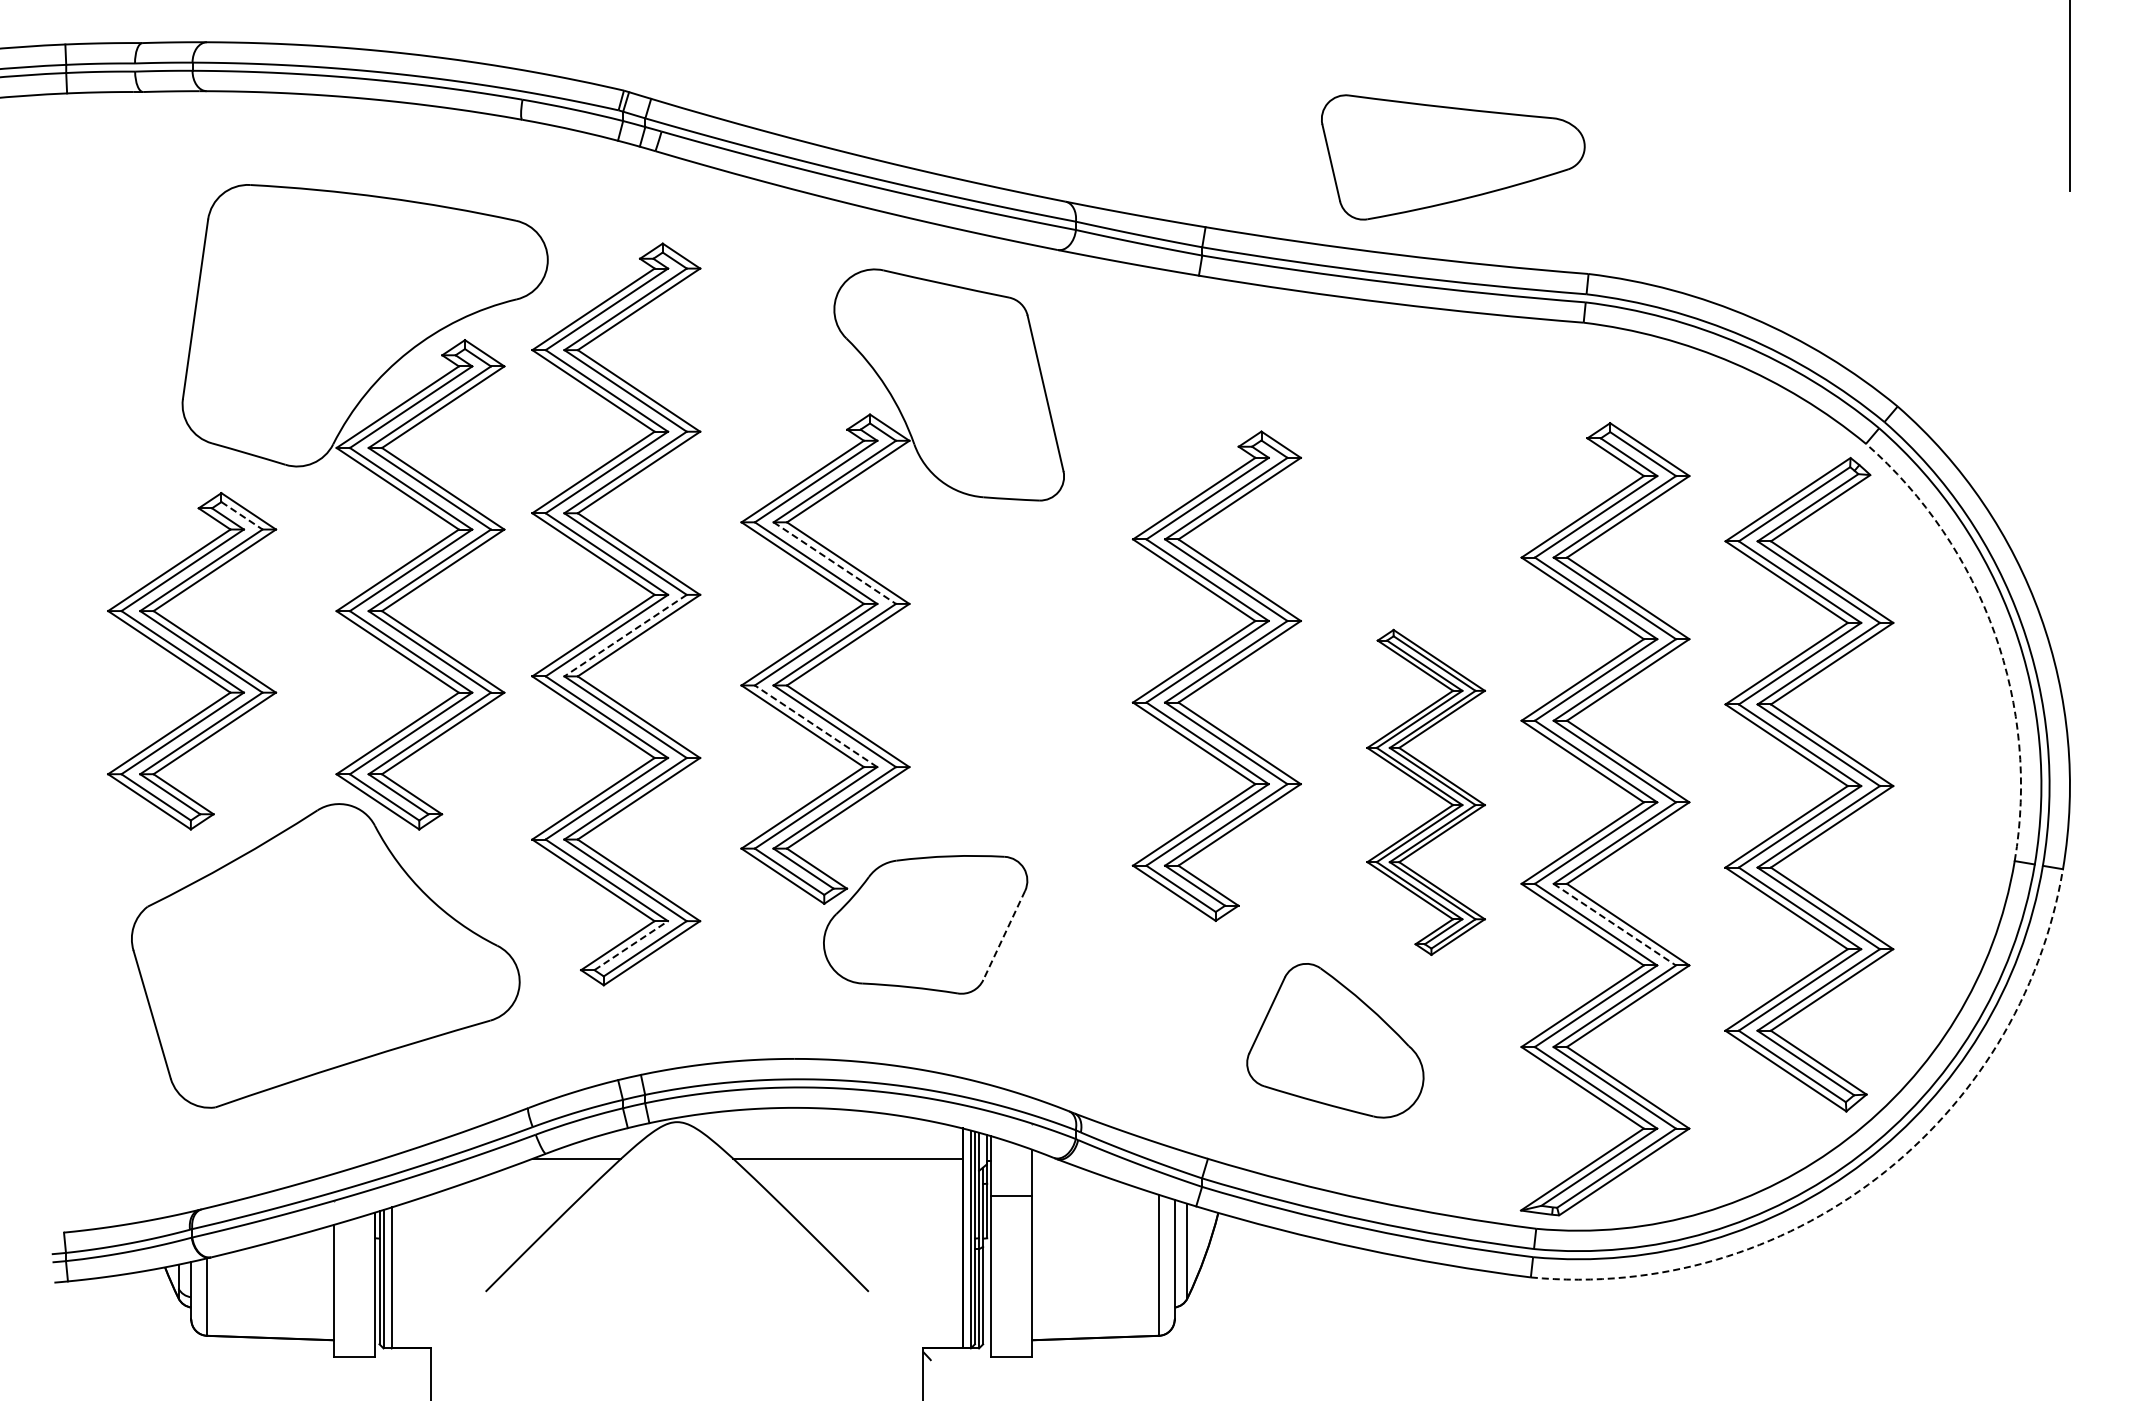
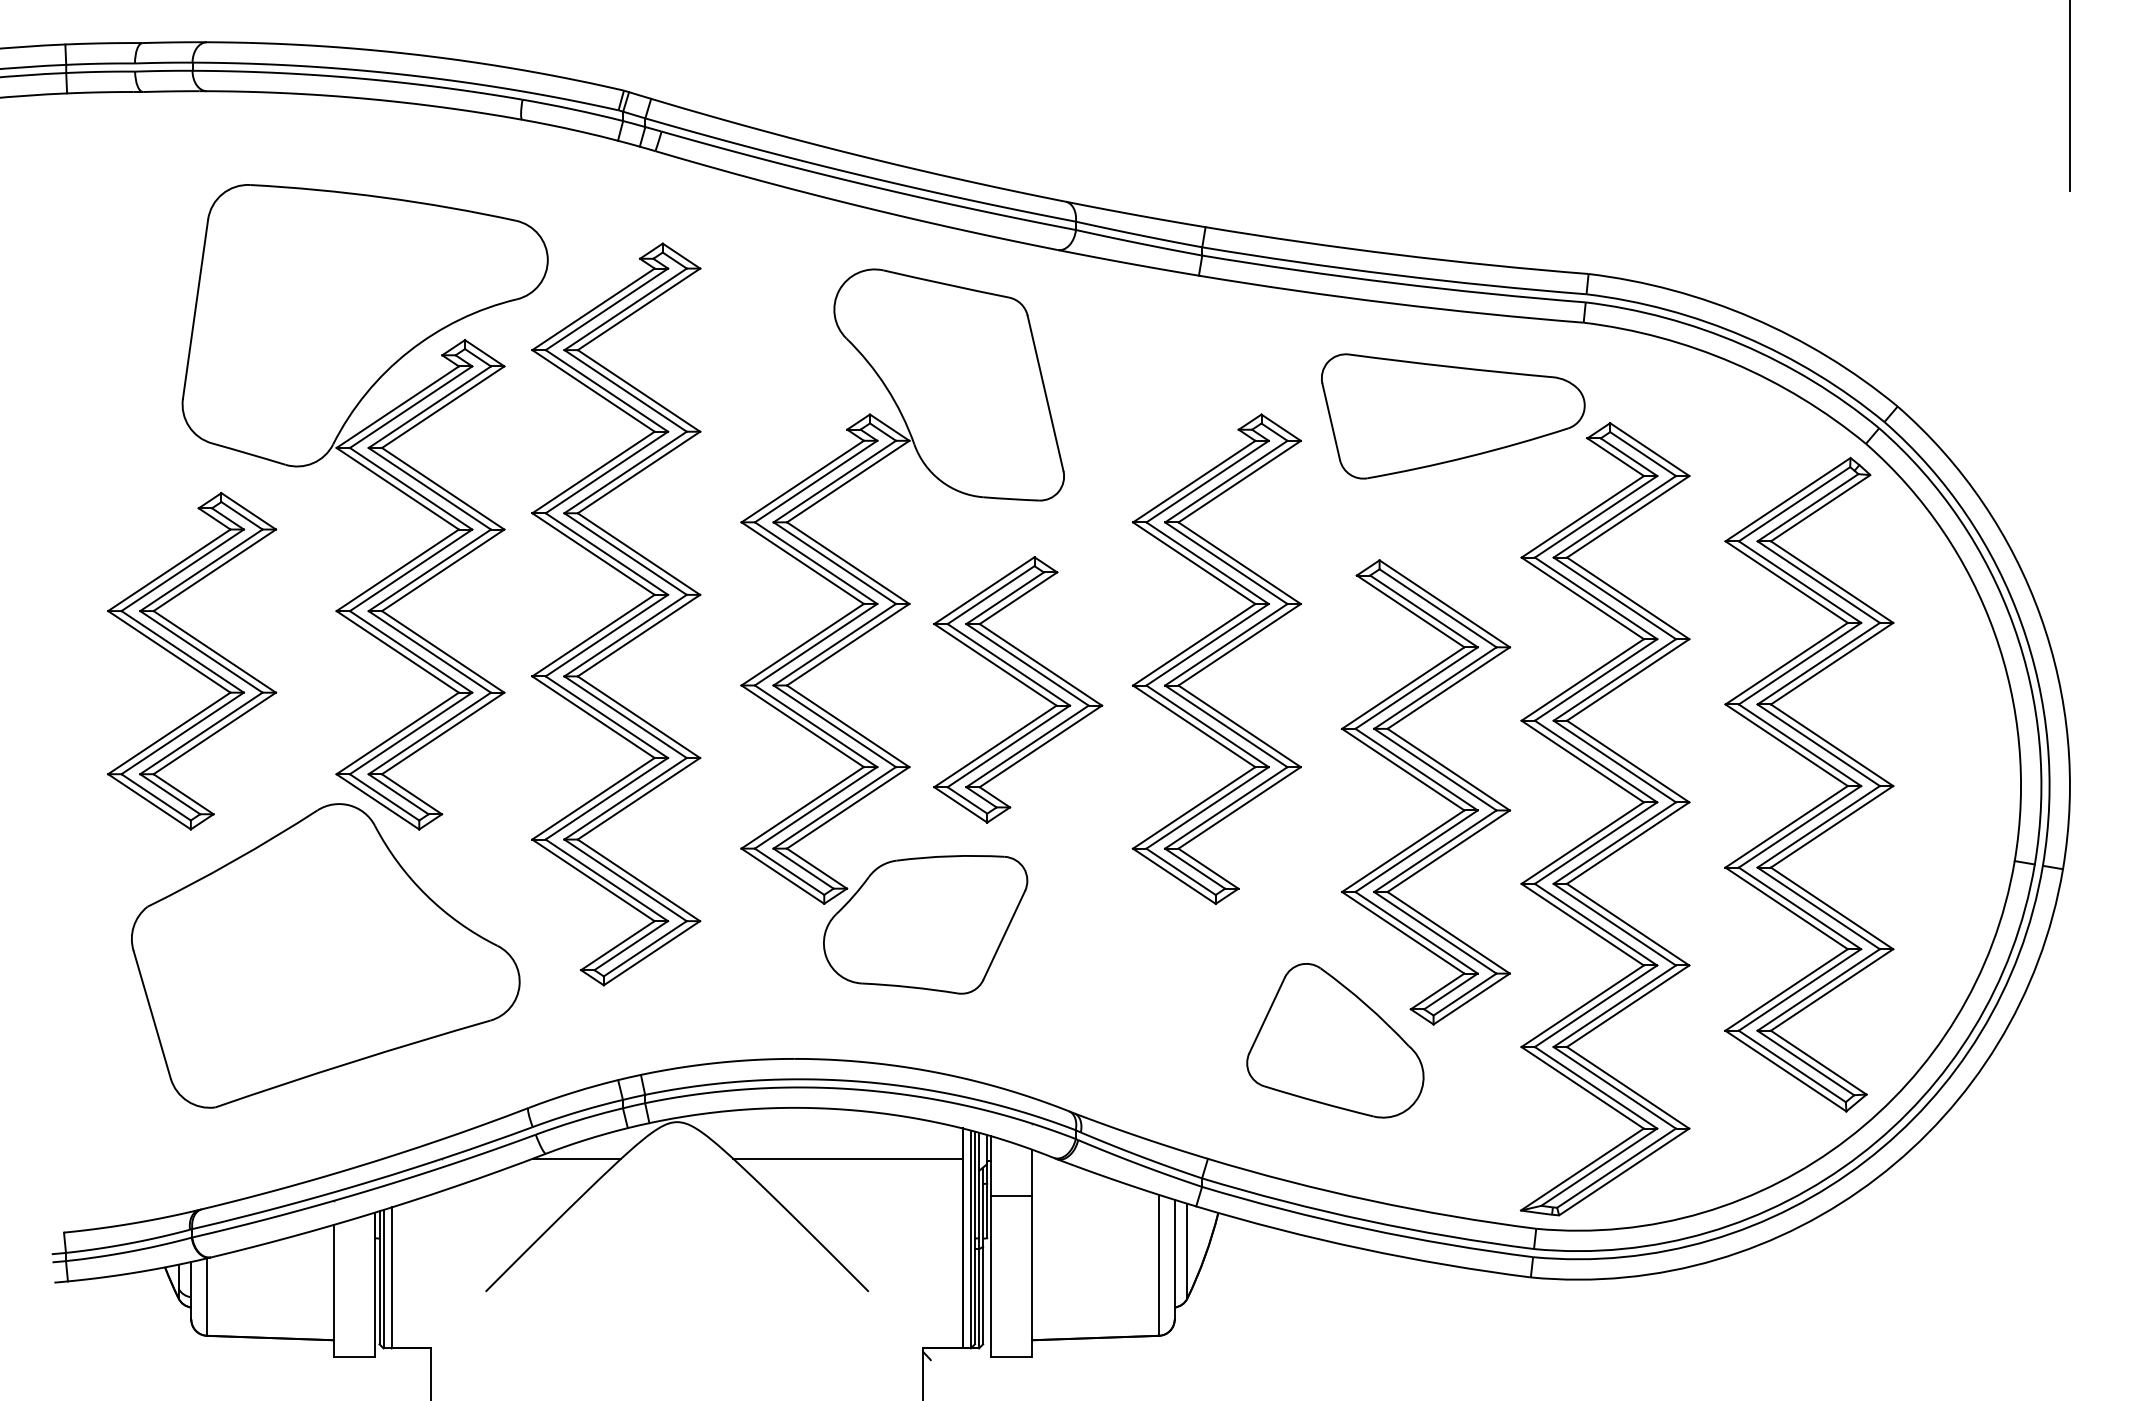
part at (1453, 157) position: (1453, 157) -> (1453, 416)
line at (242, 515): dashed -> solid
line at (834, 563): dashed -> solid
arc at (1994, 633): dashed -> solid
line at (625, 635): dashed -> solid
part at (1216, 675) position: (1216, 675) -> (1216, 658)
part at (1021, 683): none -> present
line at (816, 726): dashed -> solid
part at (1425, 791) size: 120x328 px -> 171x467 px
line at (1614, 924): dashed -> solid
line at (1004, 935): dashed -> solid
line at (631, 945): dashed -> solid
arc at (1877, 1178): dashed -> solid
